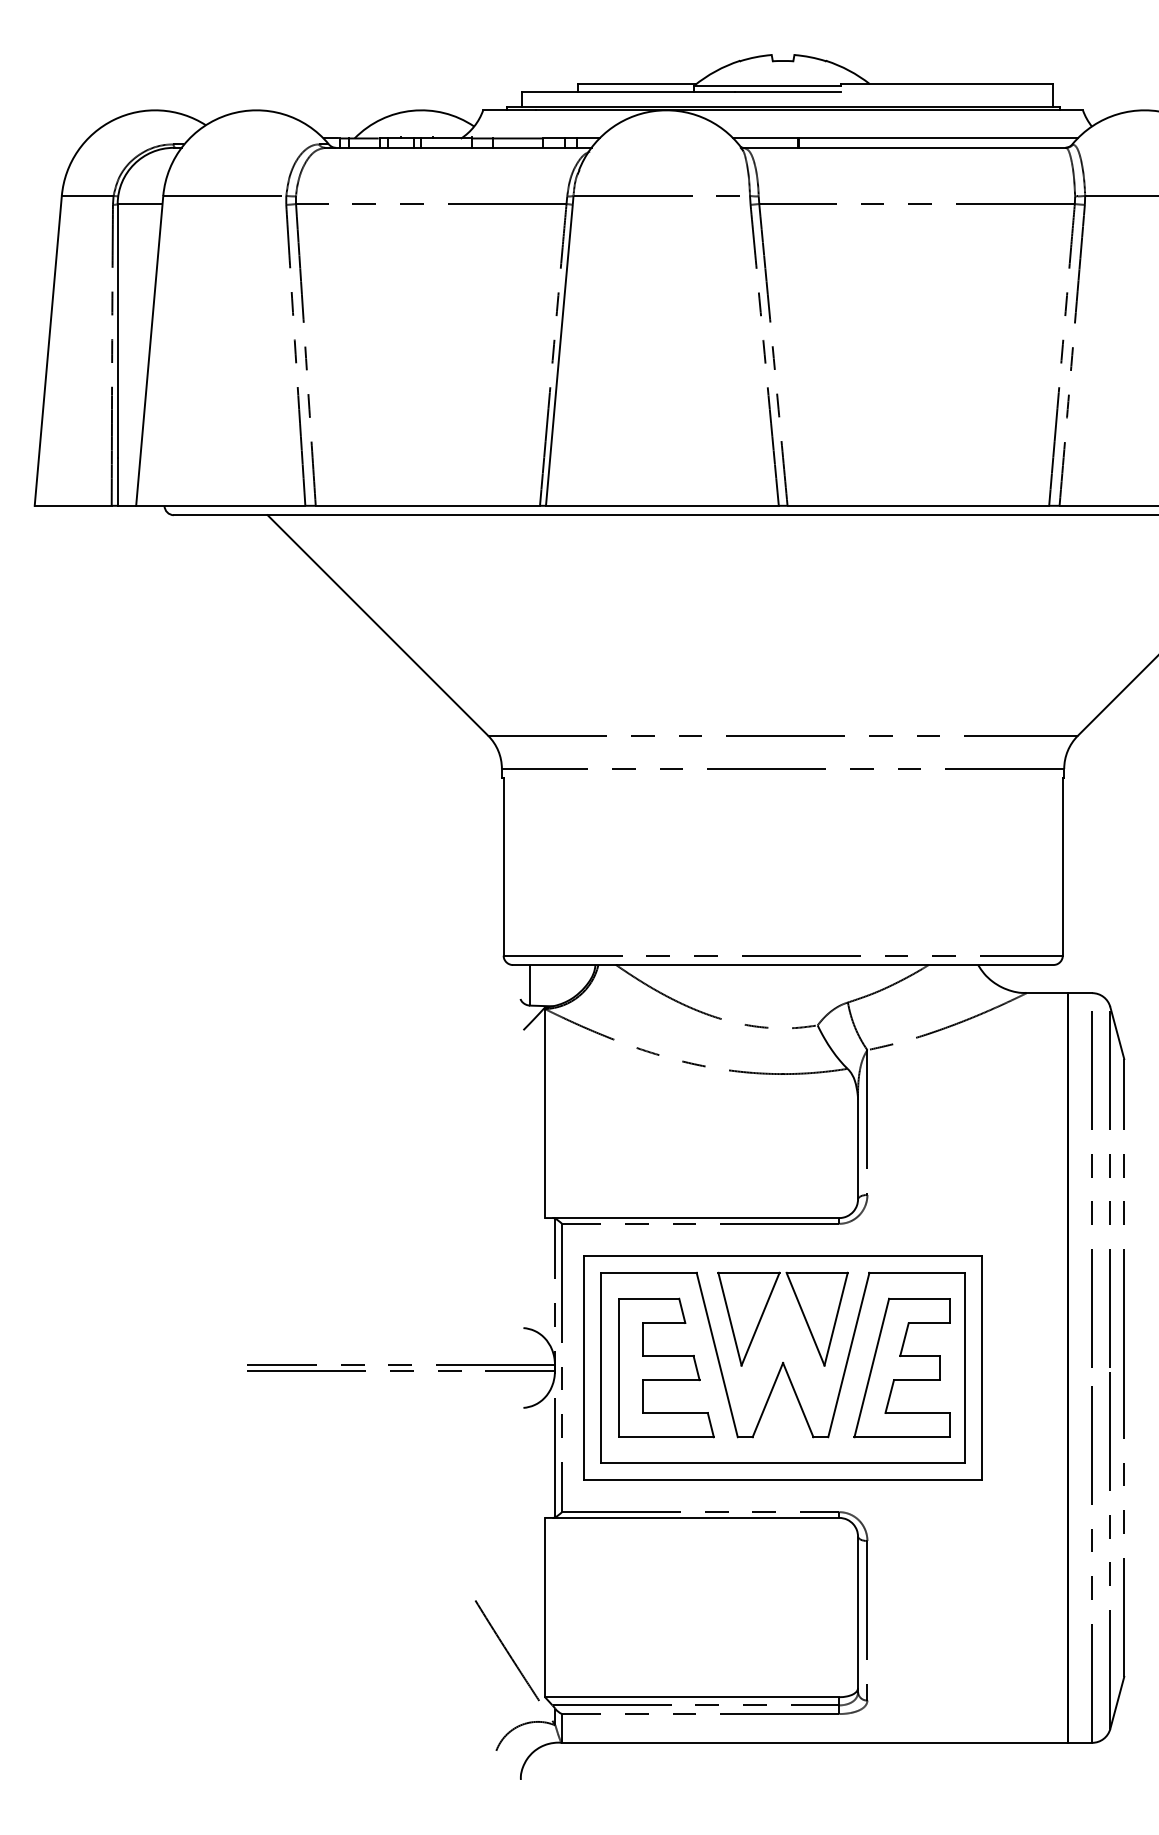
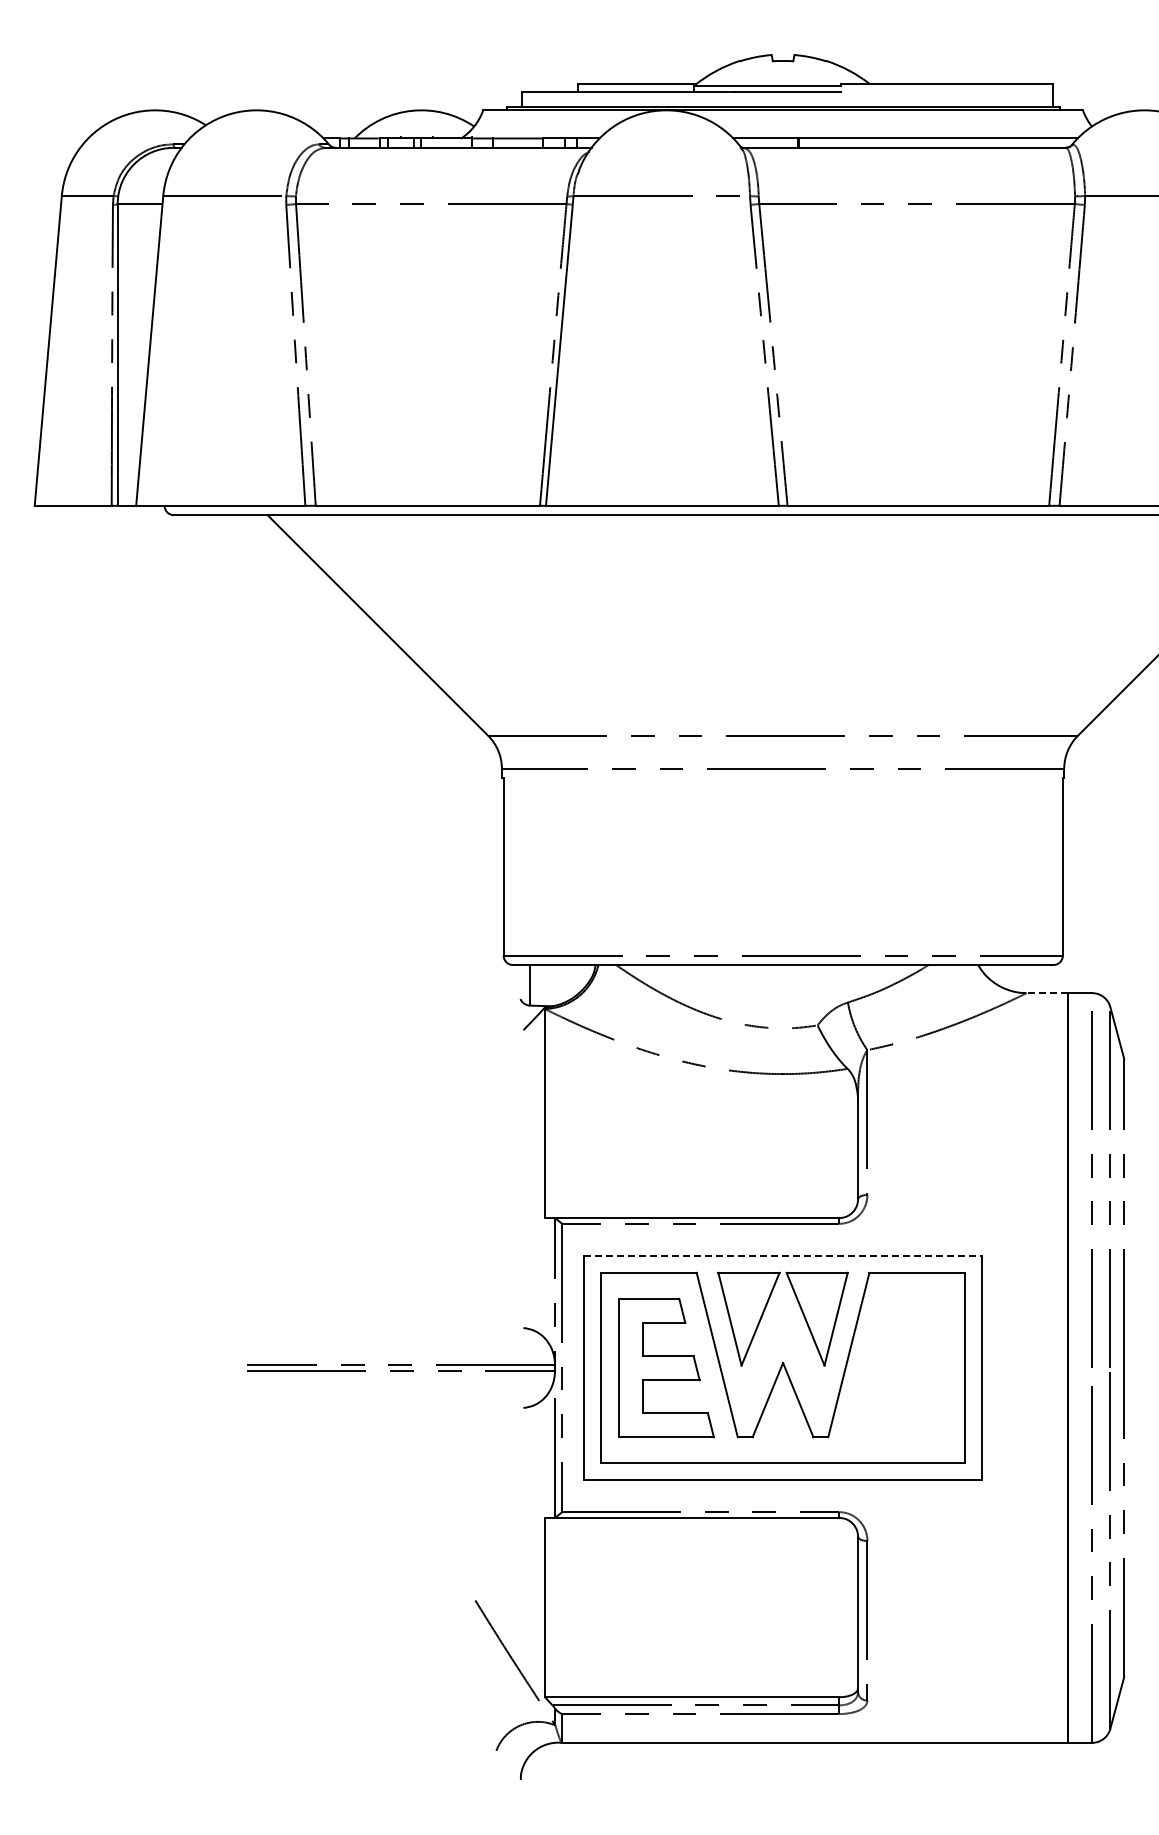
line at (1047, 993): solid -> dashed
line at (783, 1255): solid -> dashed
part at (901, 1367): present -> none
